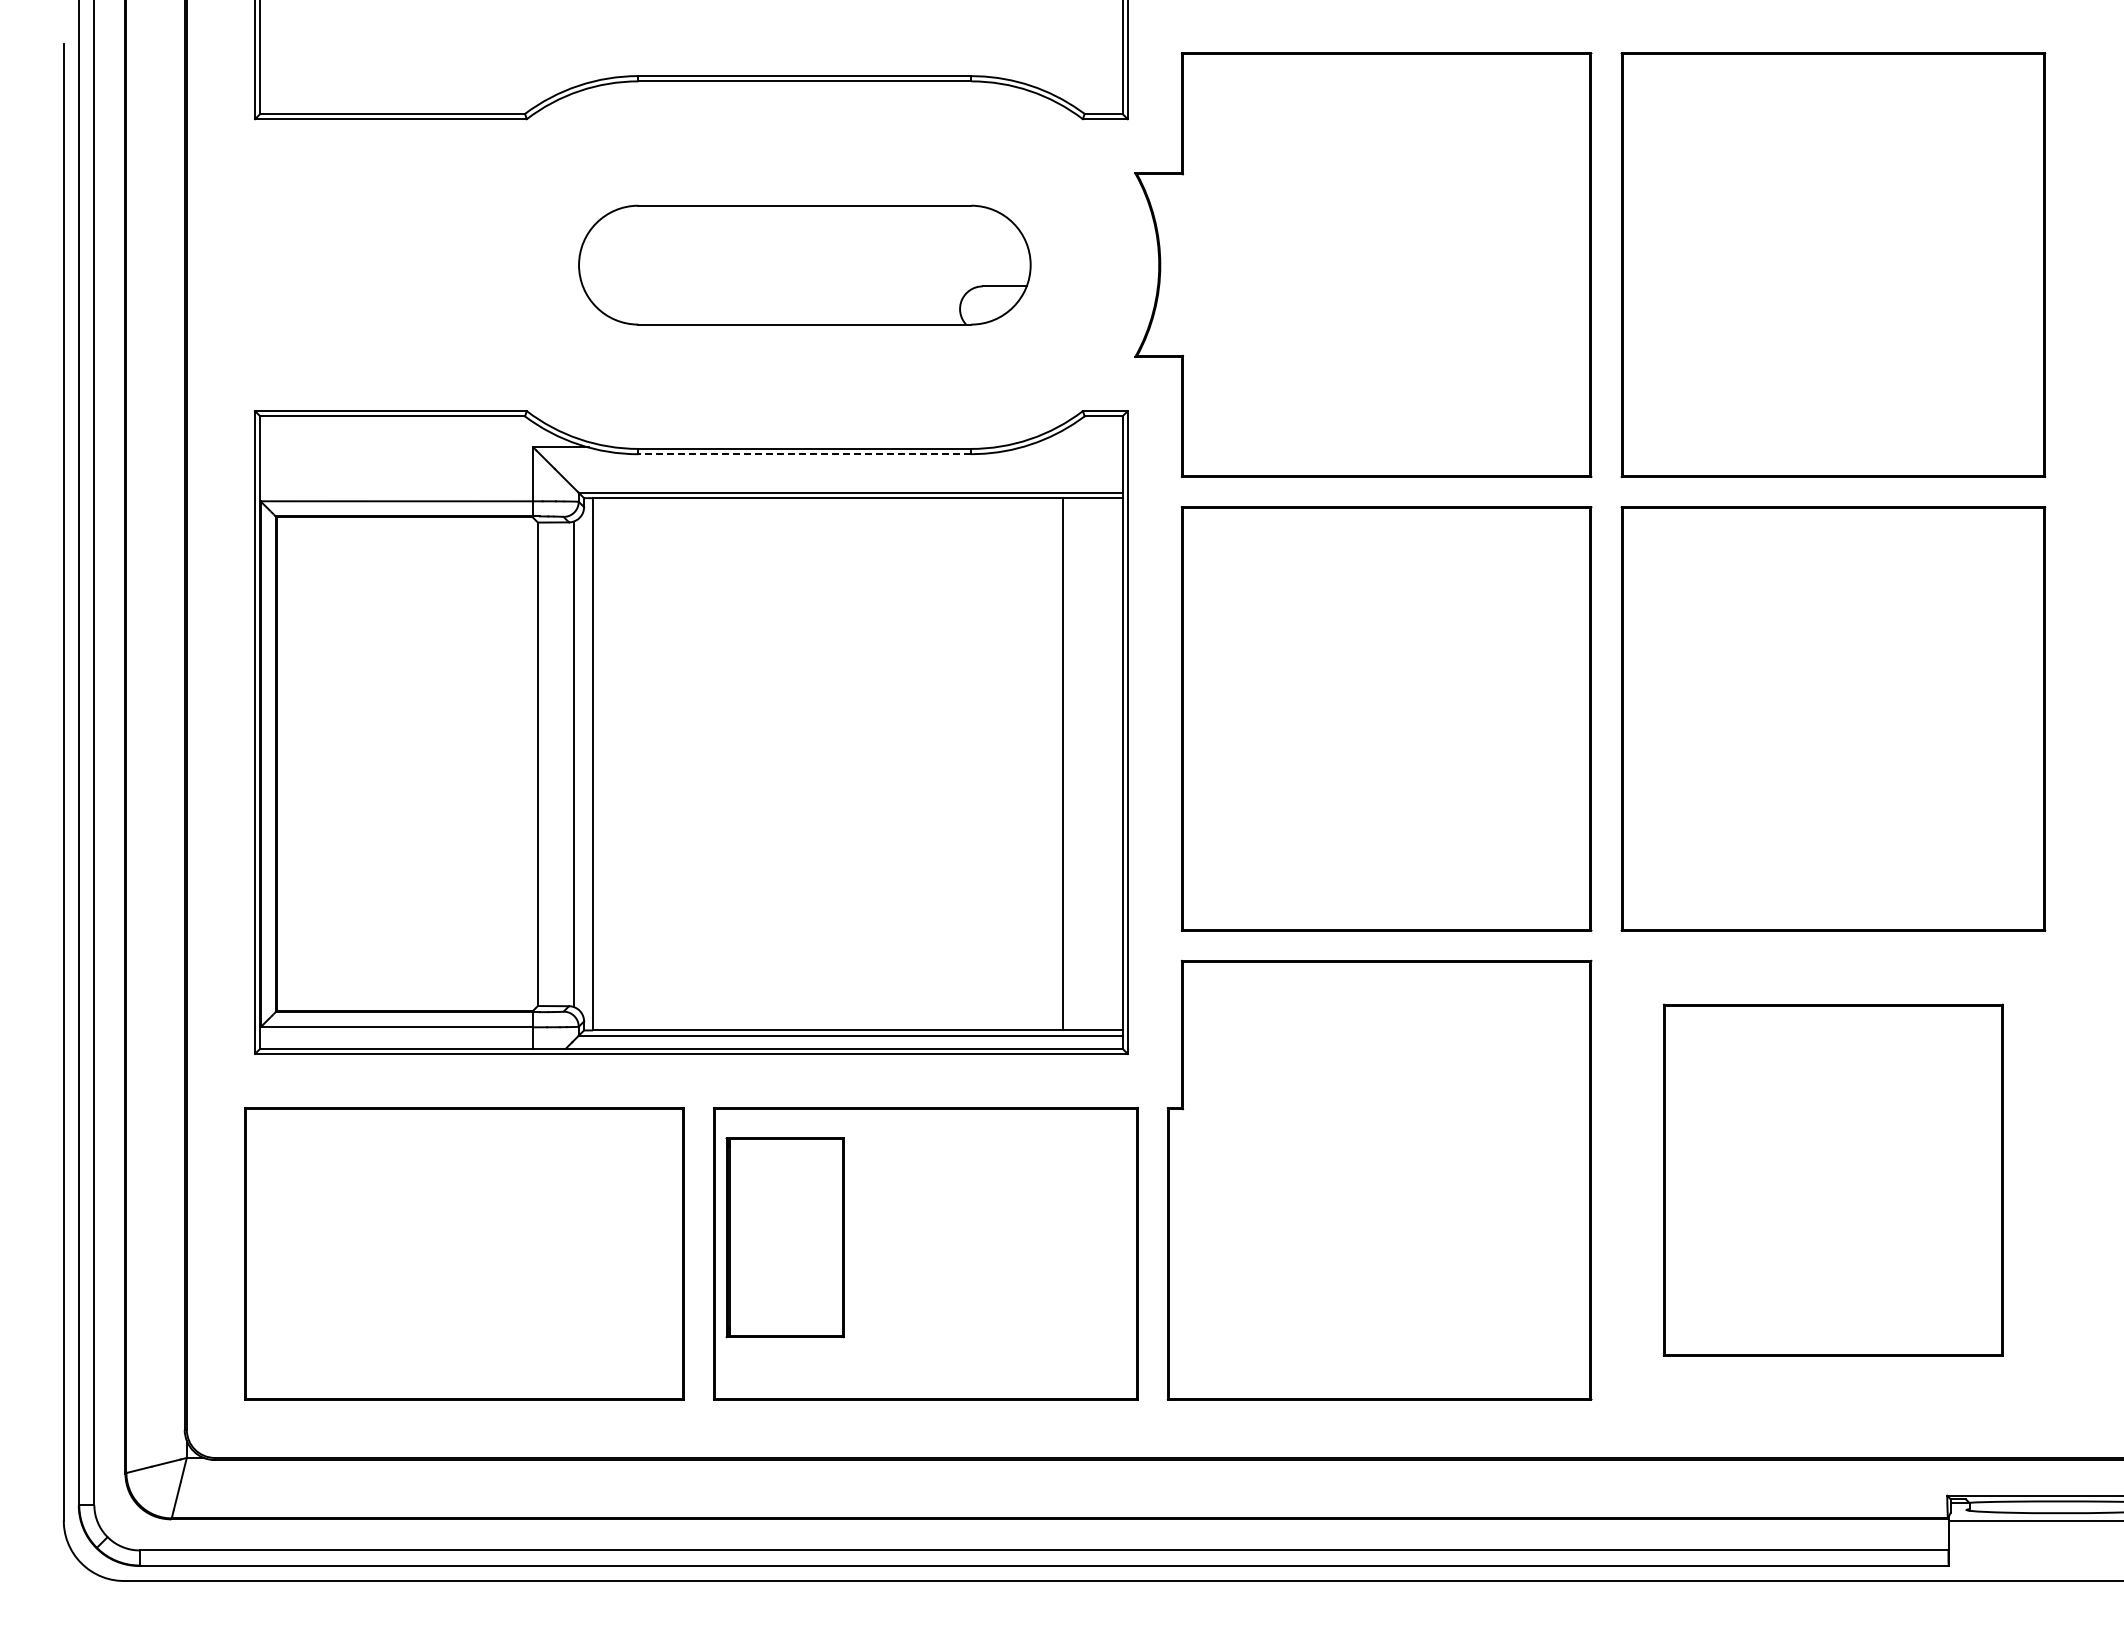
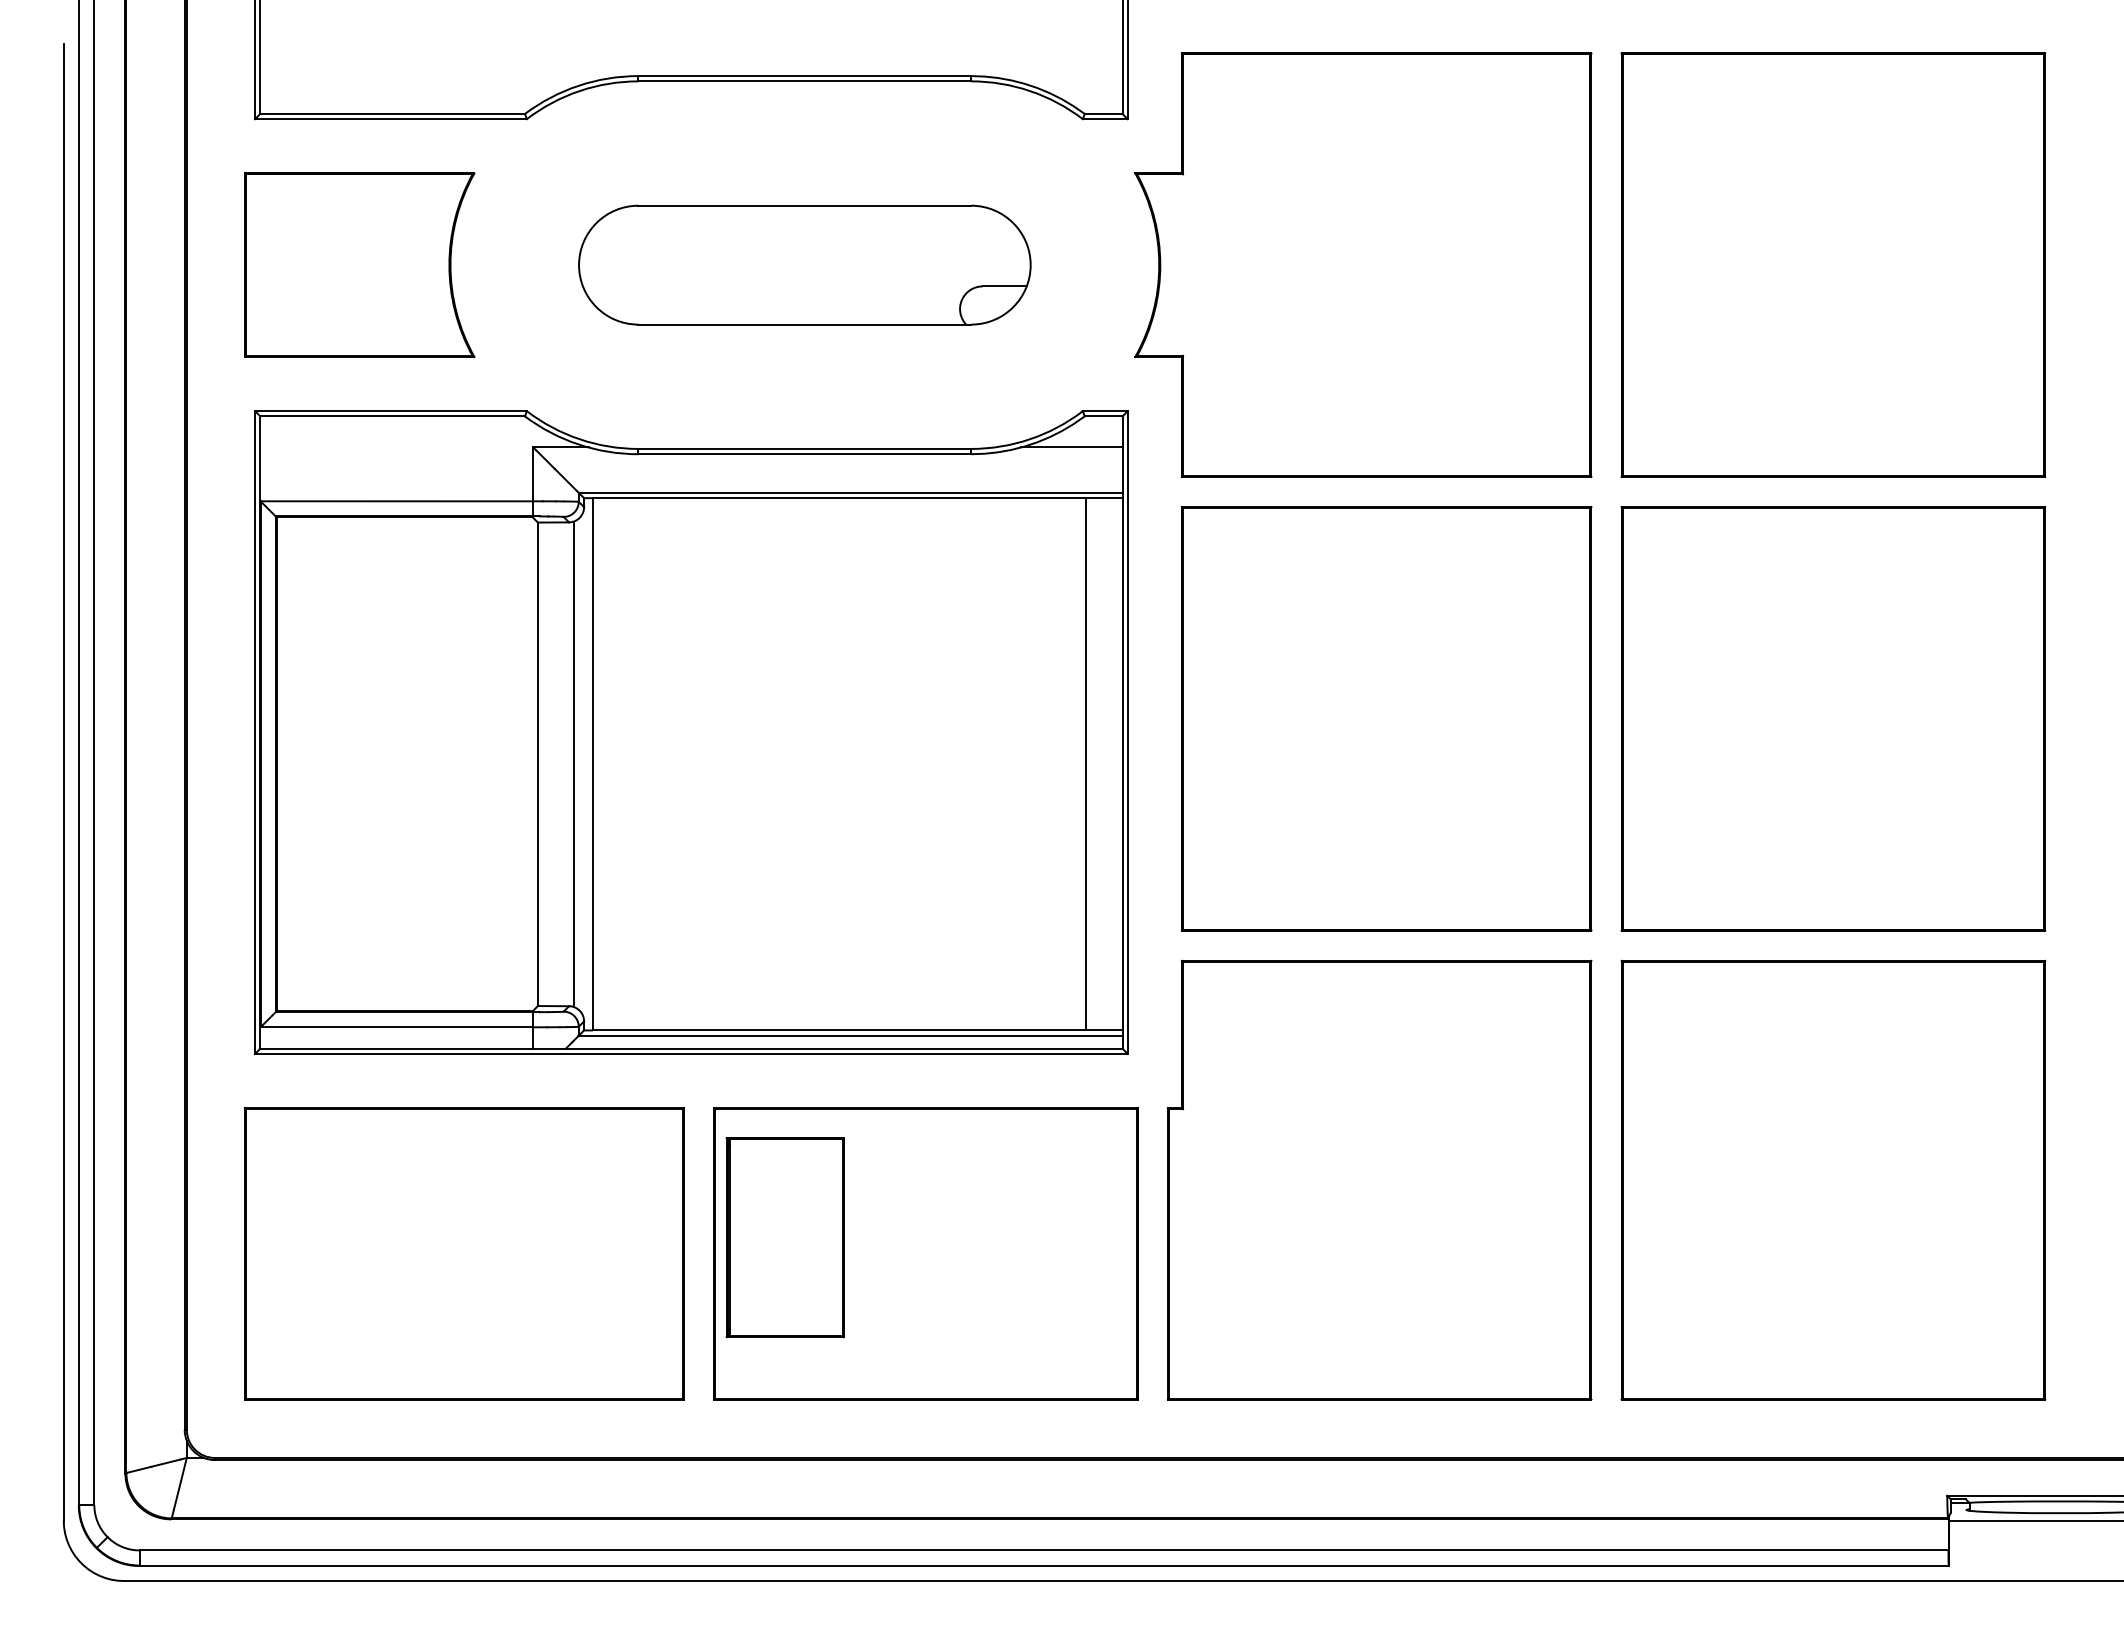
part at (359, 264): none -> present
line at (1071, 447): none -> present
line at (804, 454): dashed -> solid
line at (1063, 764) position: (1063, 764) -> (1086, 764)
part at (1833, 1179) size: 341x354 px -> 427x442 px
